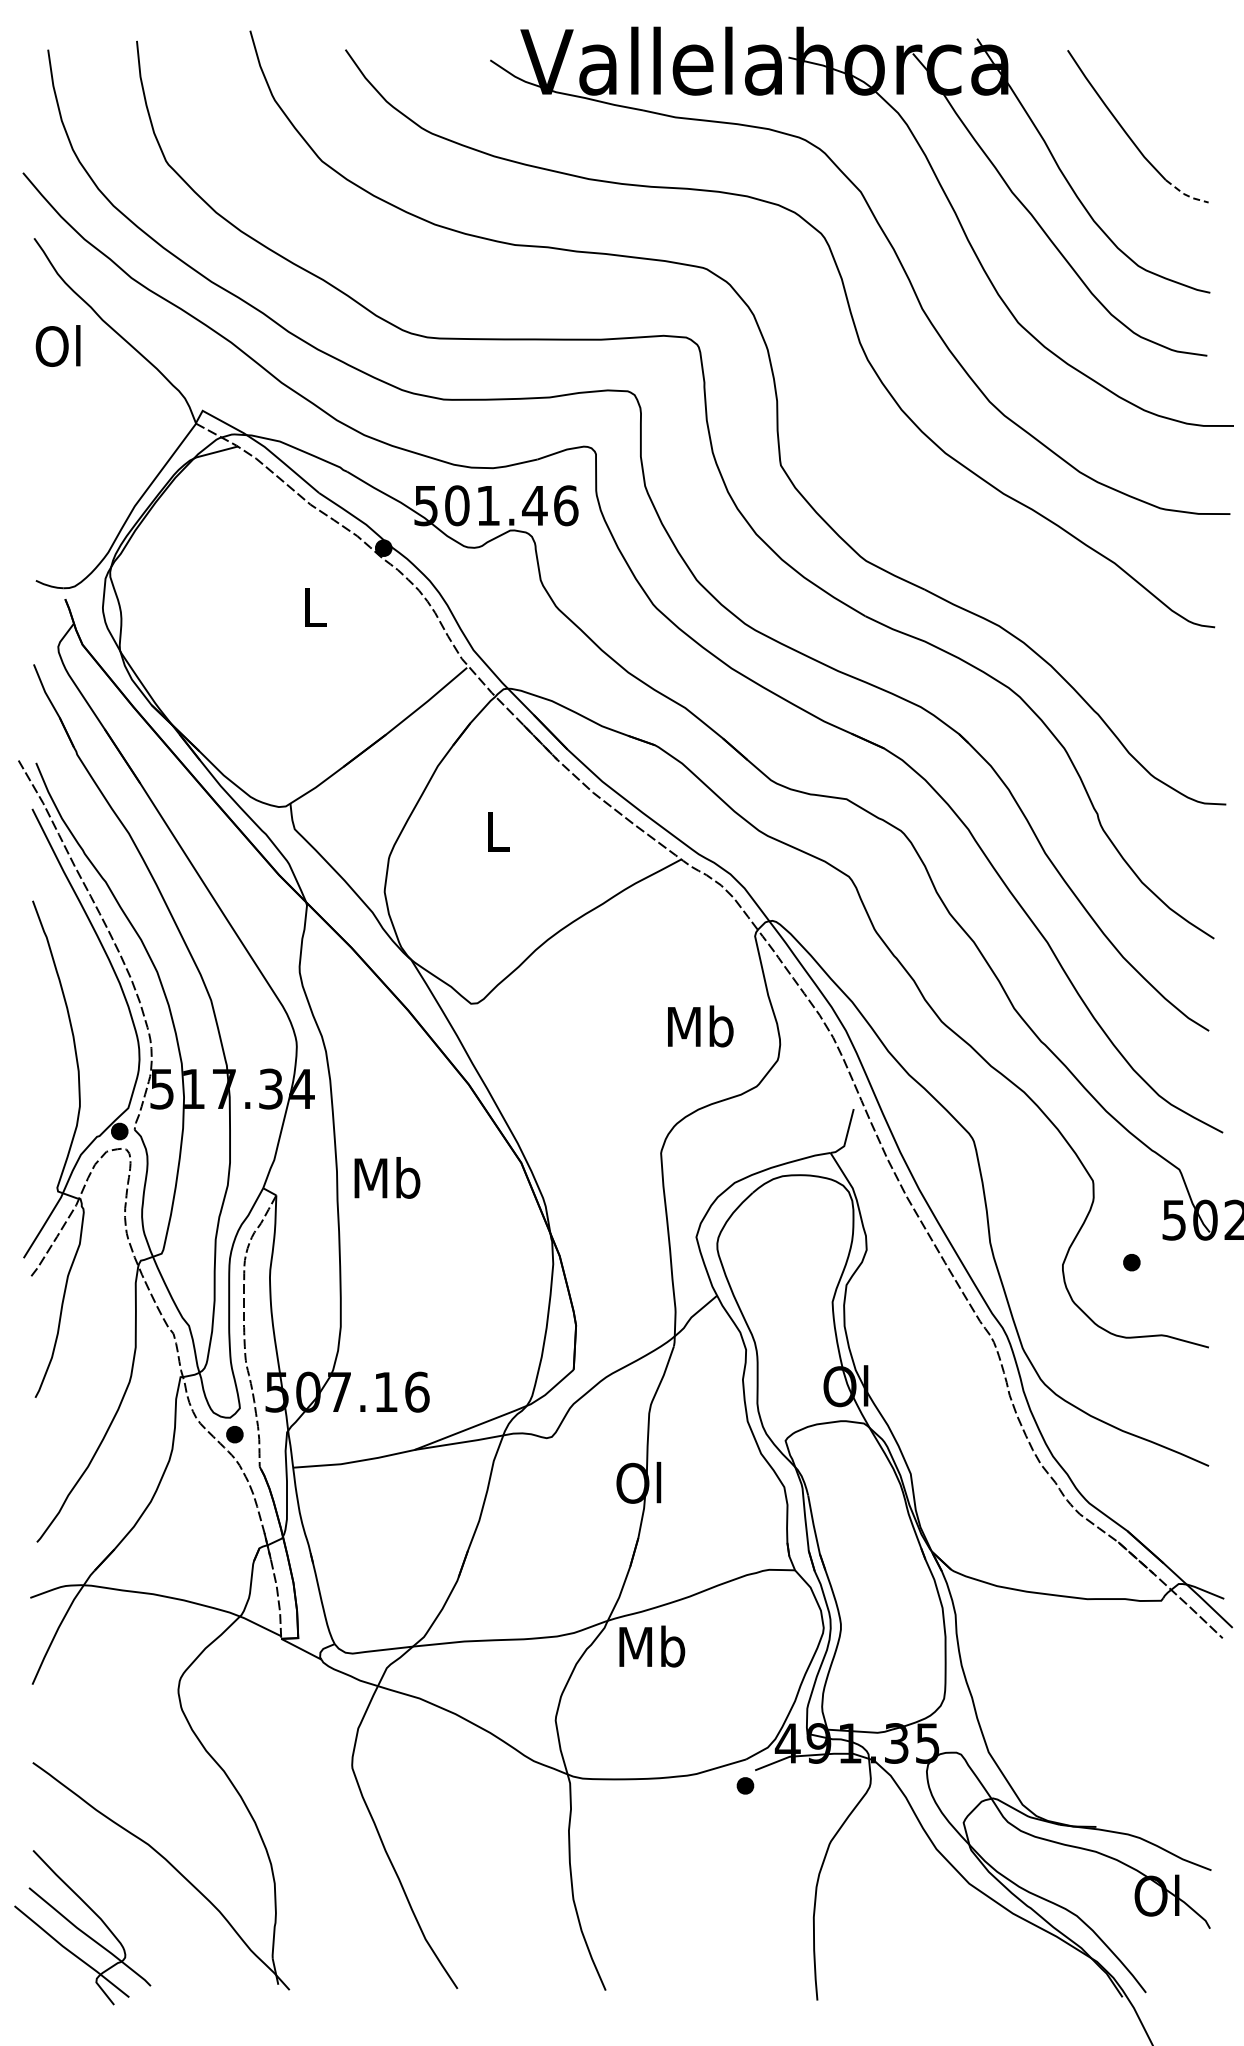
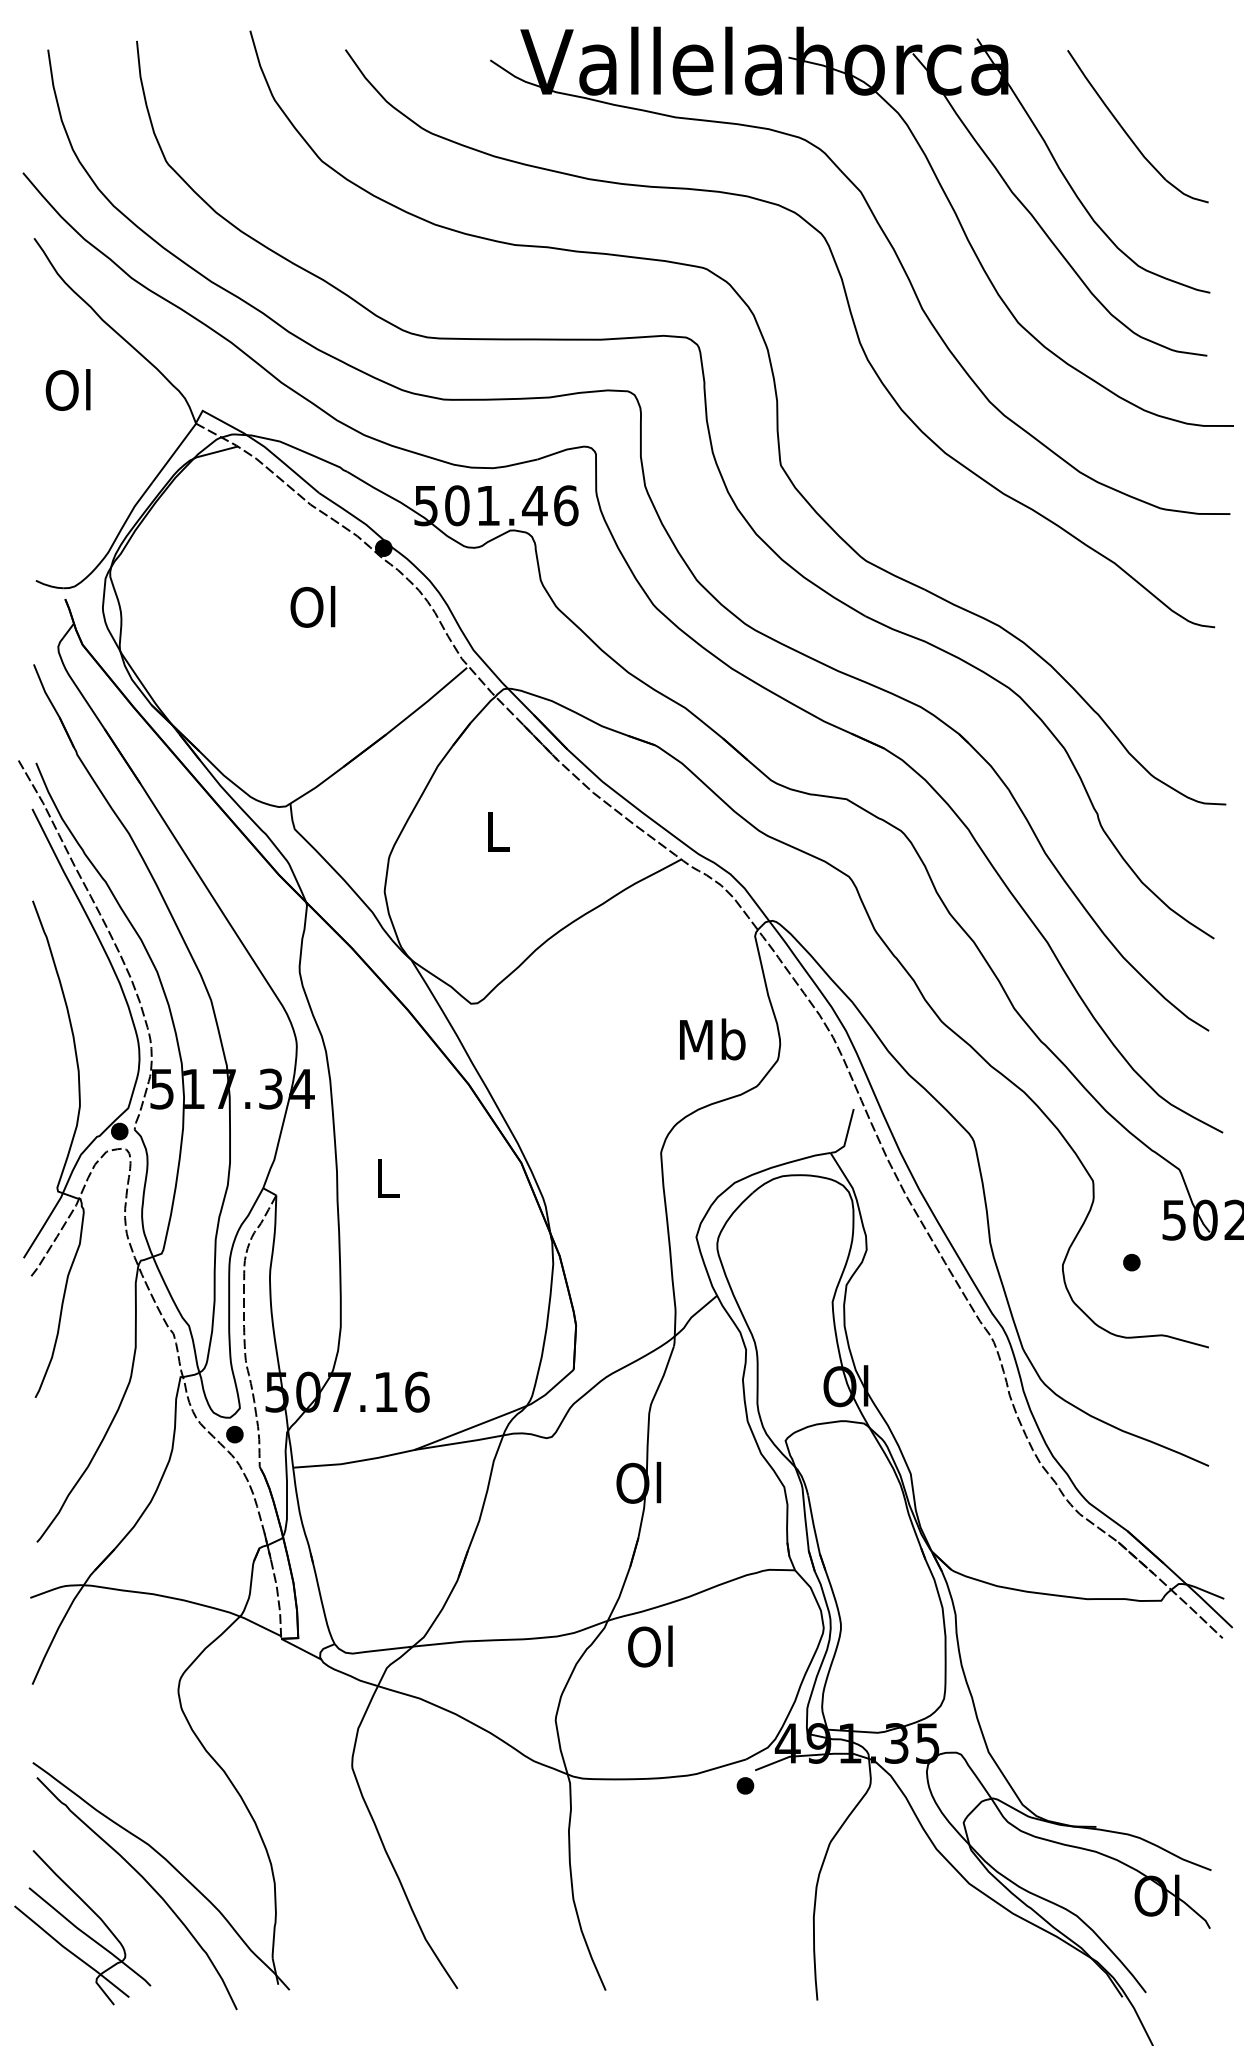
line at (1186, 195): dashed -> solid
text at (57, 345) position: (57, 345) -> (67, 389)
text at (312, 606): L -> Ol
text at (700, 1026) position: (700, 1026) -> (712, 1039)
text at (387, 1177): Mb -> L
text at (652, 1646): Mb -> Ol
curve at (149, 1886): none -> present
